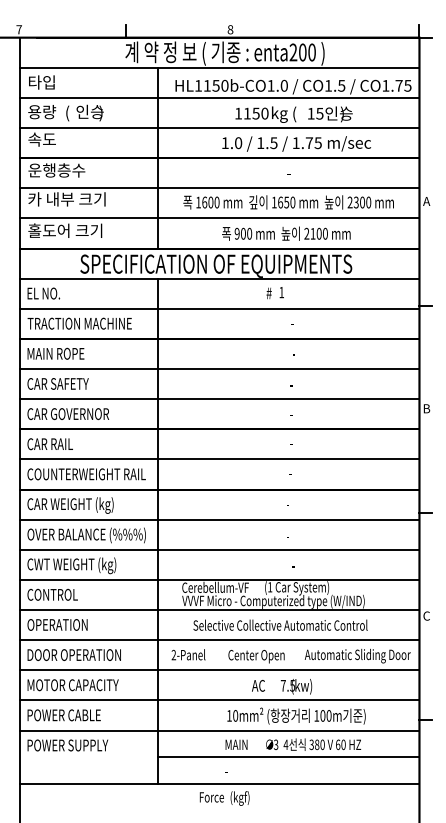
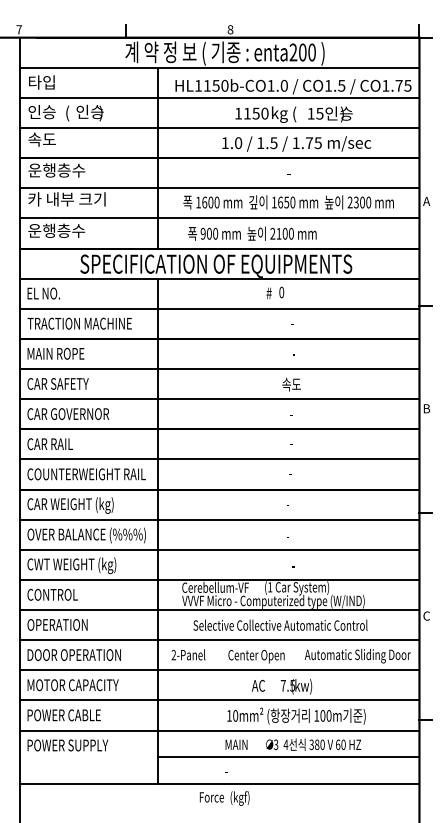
text at (42, 112): 용량 -> 인승
text at (65, 230): 홀도어 크기 -> 운행층수
text at (286, 233) position: (286, 233) -> (252, 233)
text at (281, 292): 1 -> 0
text at (291, 384): - -> 속도
